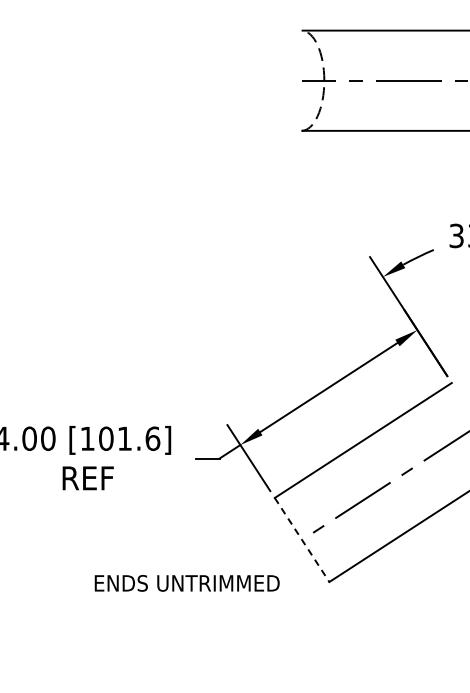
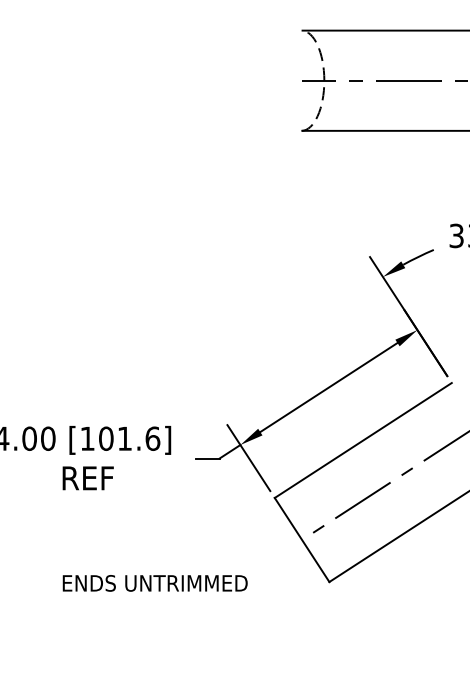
line at (302, 540): dashed -> solid
text at (186, 583) position: (186, 583) -> (154, 583)
